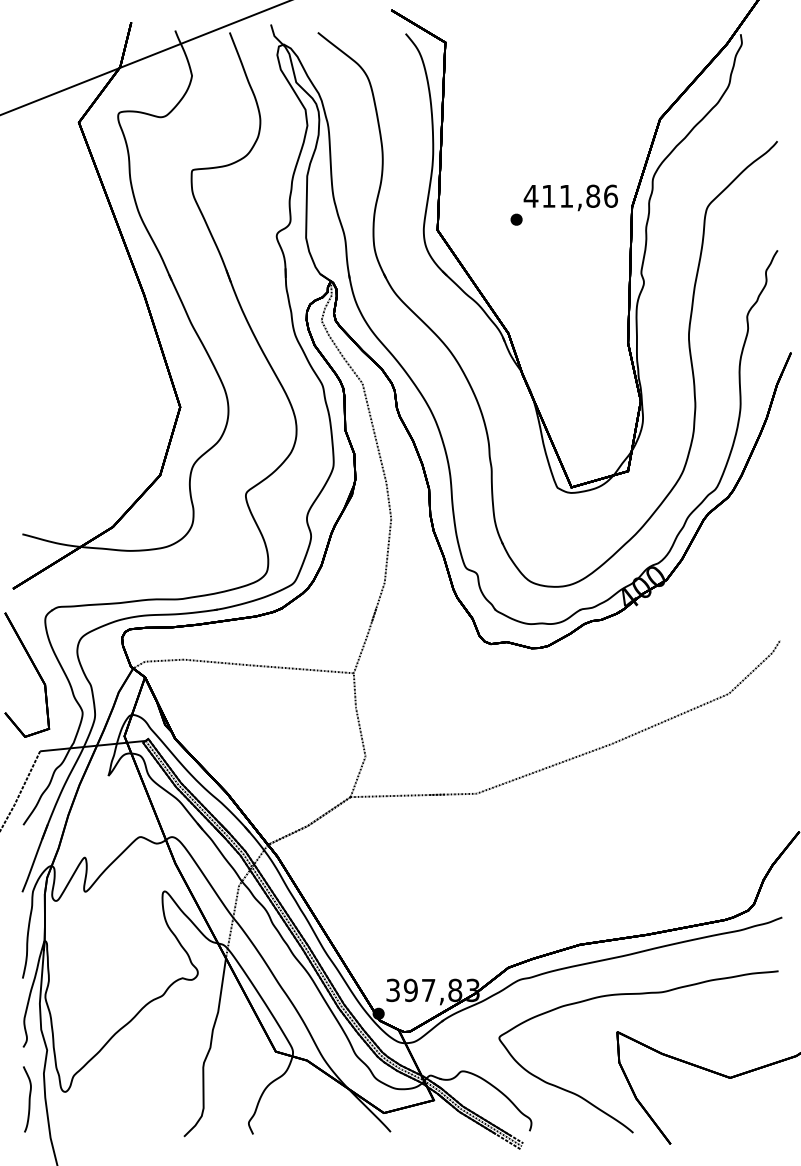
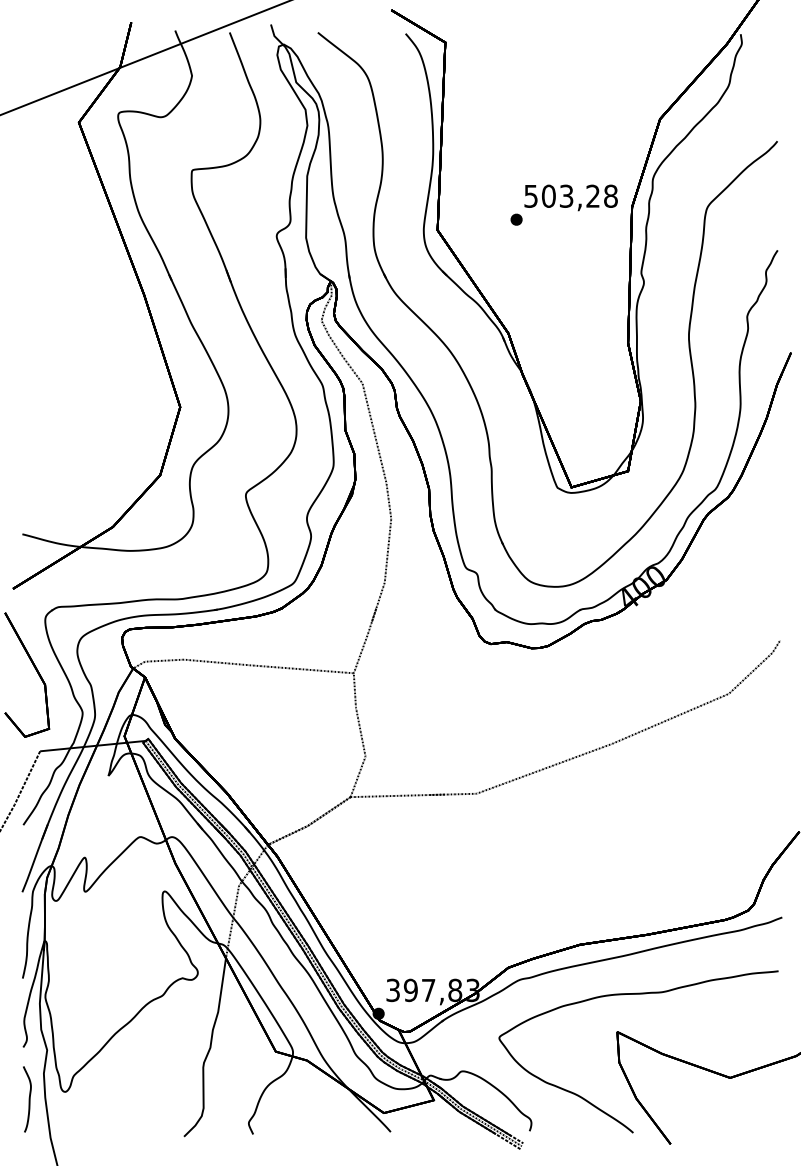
text at (570, 195): 411,86 -> 503,28
